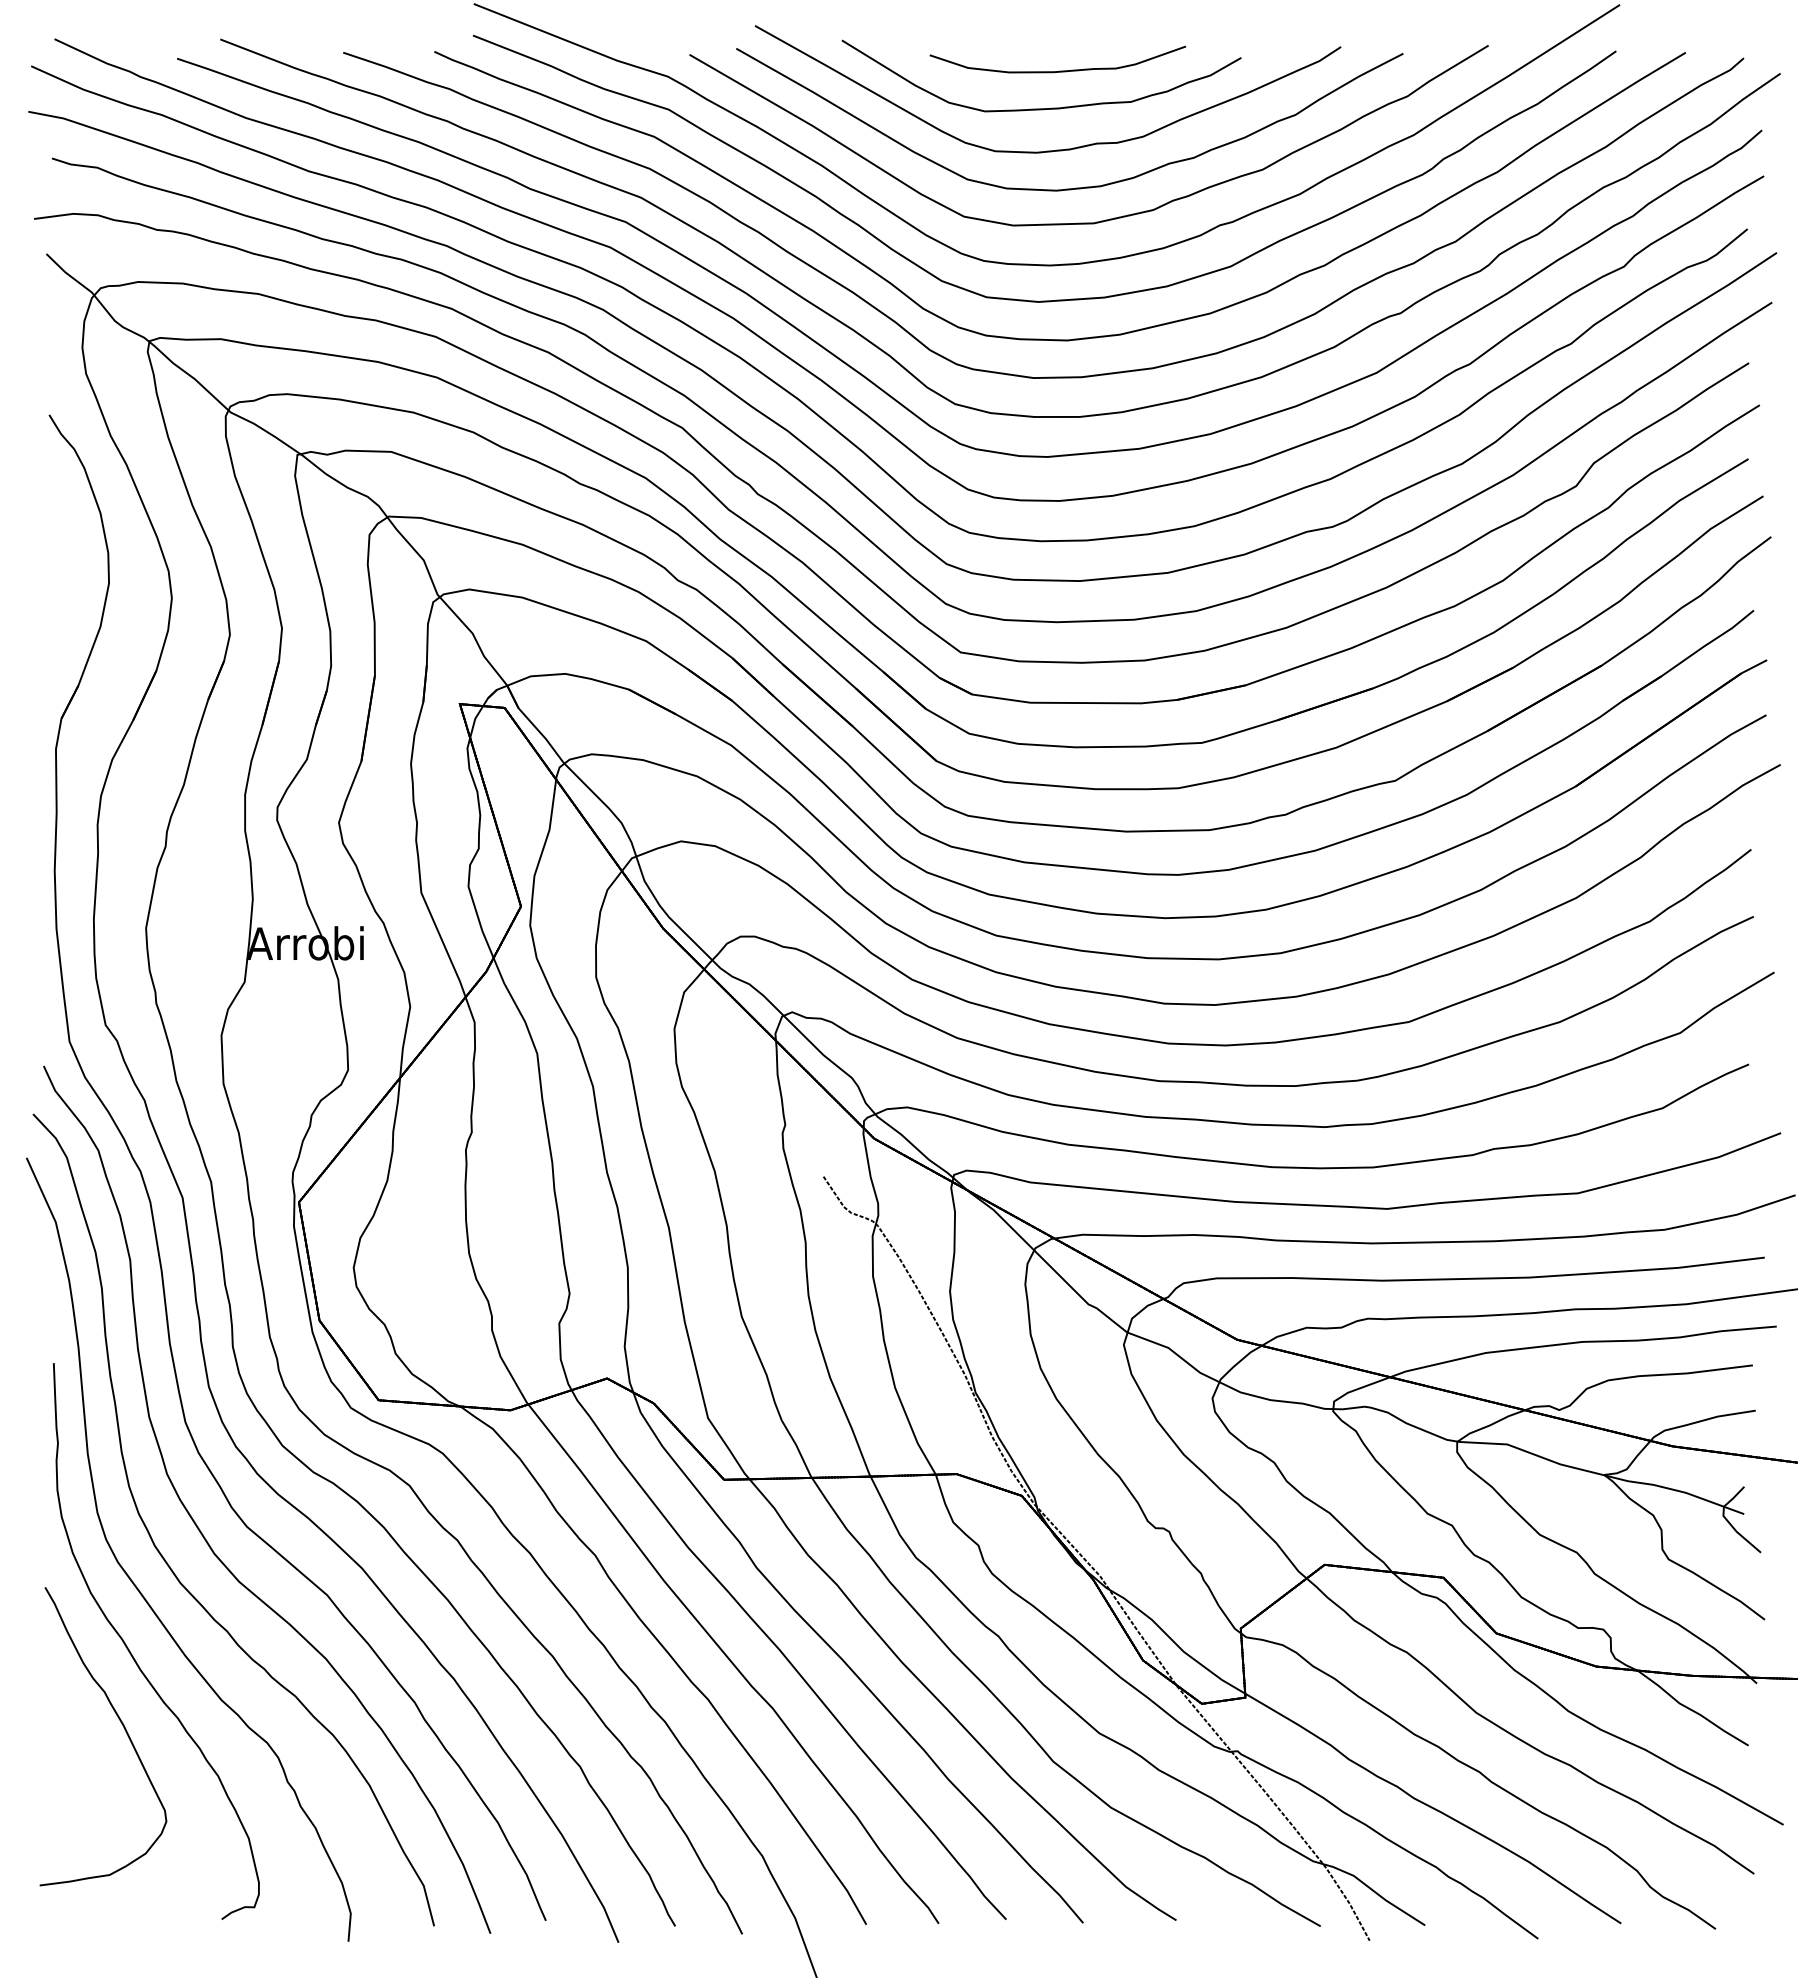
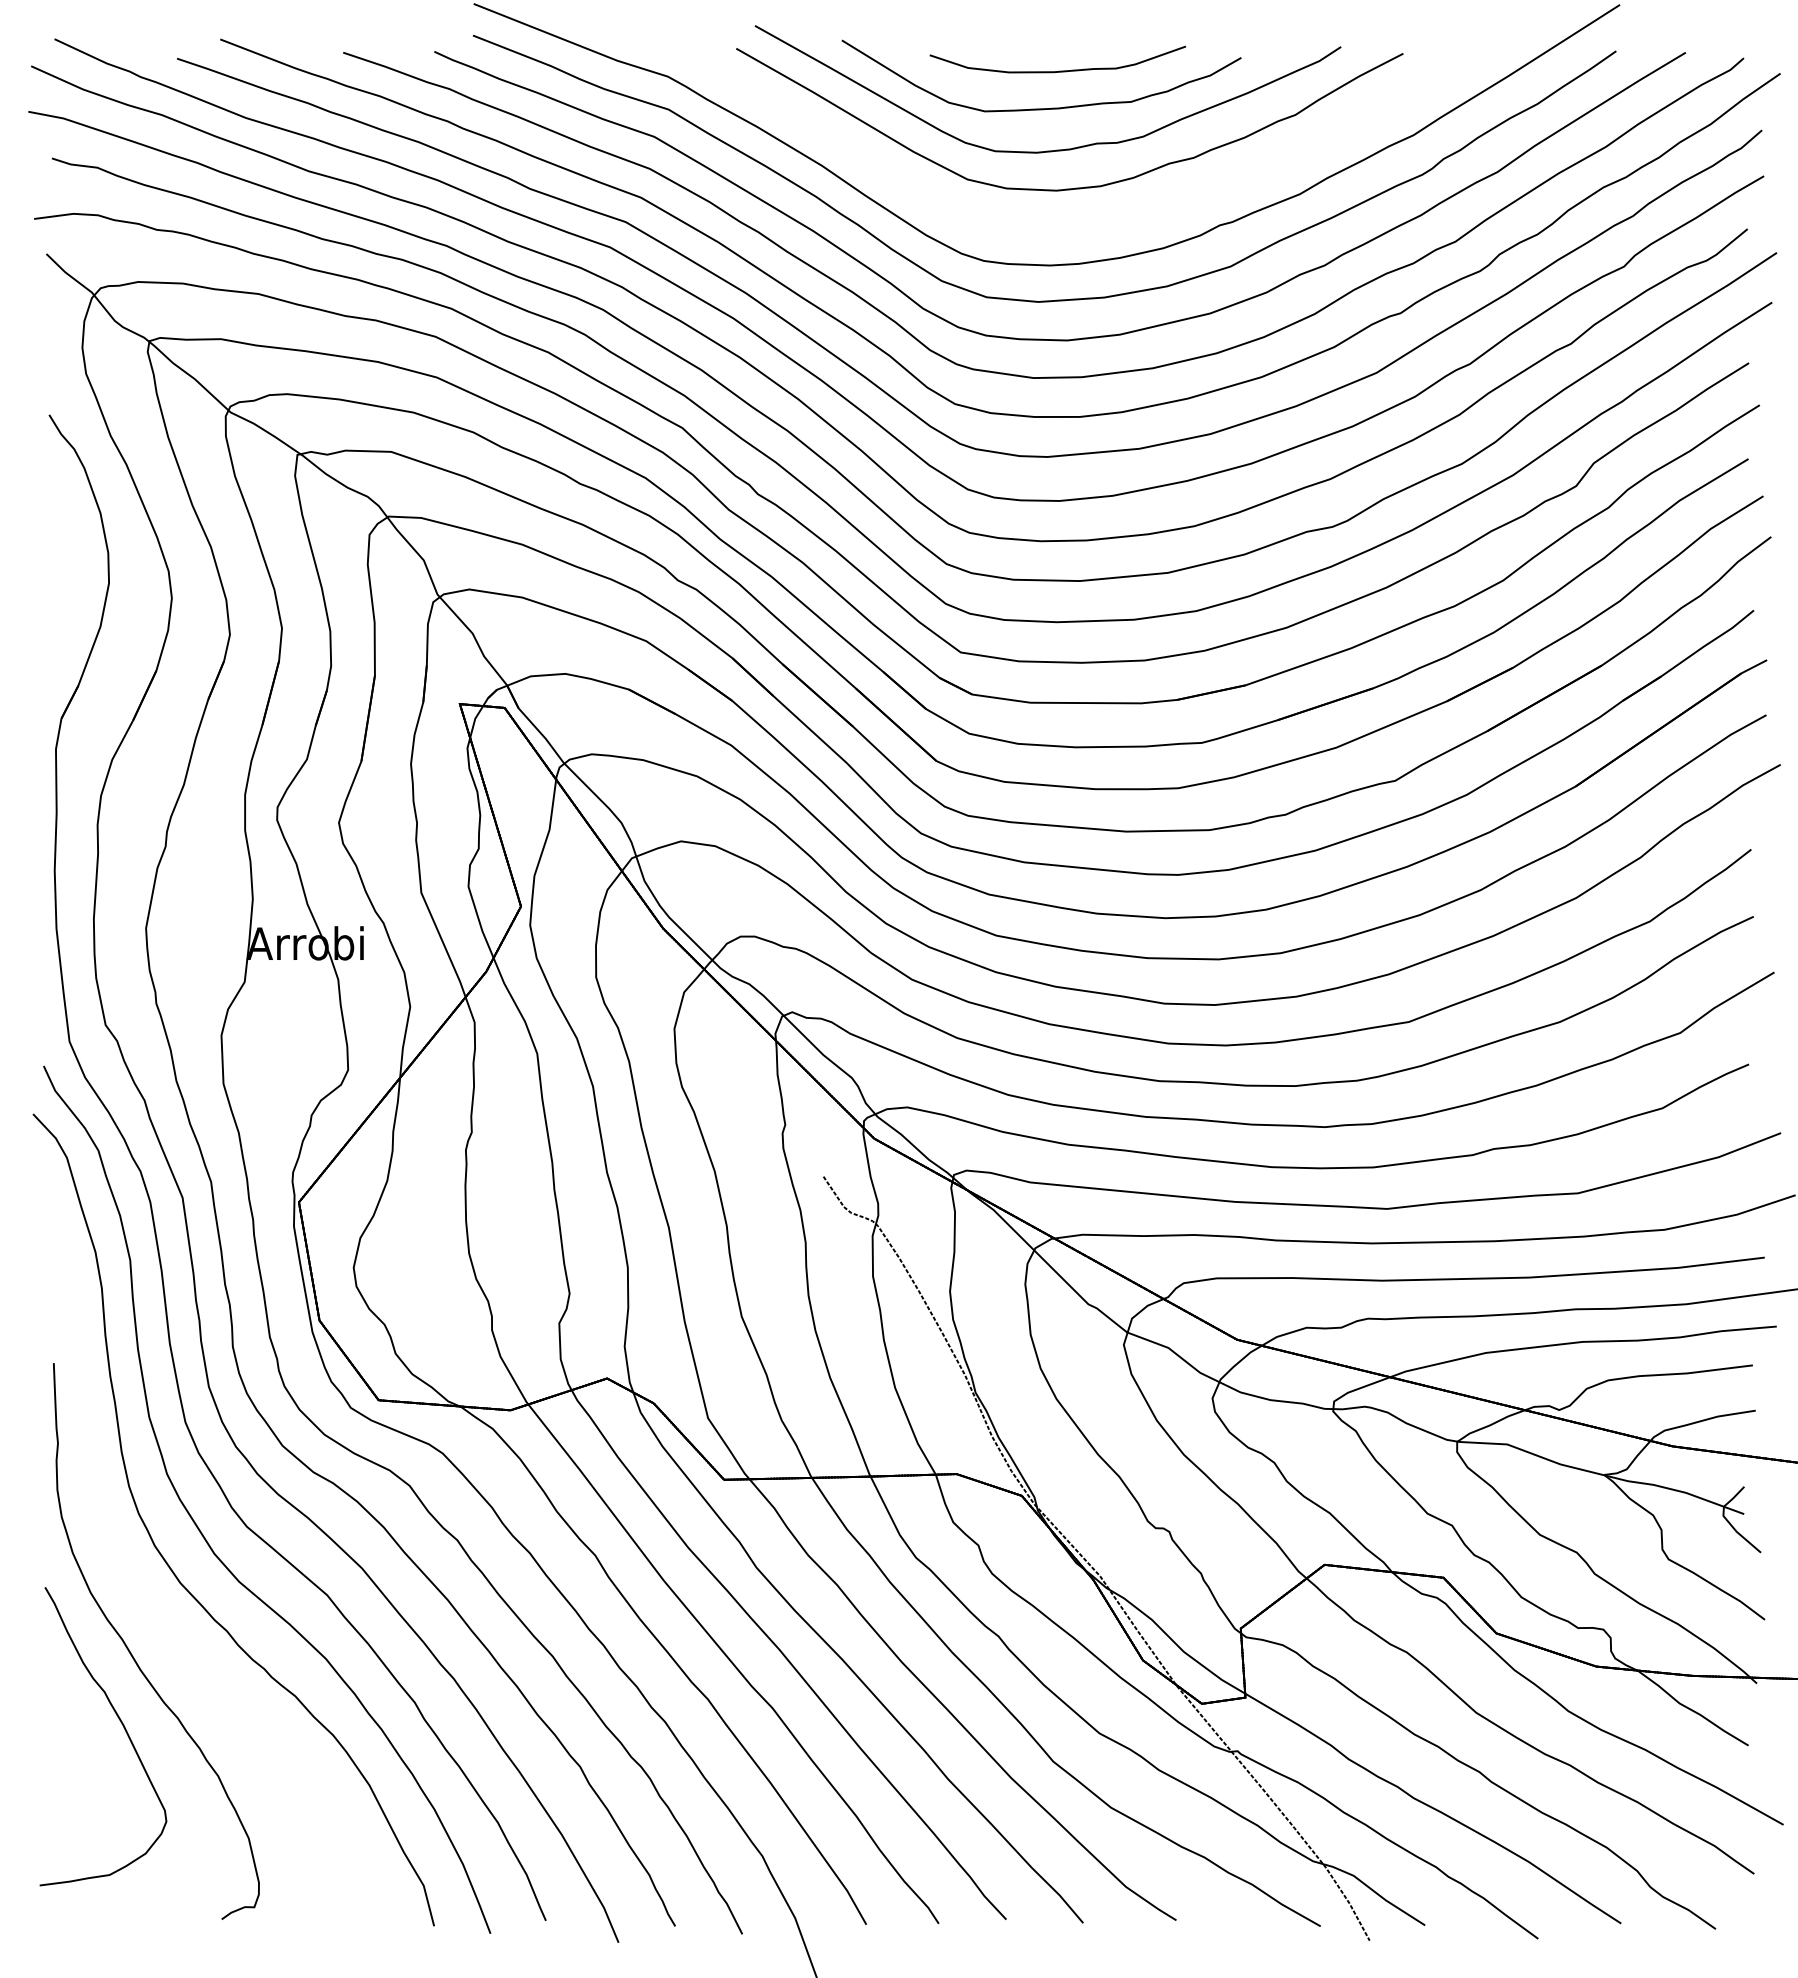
curve at (1105, 219): present -> none
part at (136, 1585): present -> none
